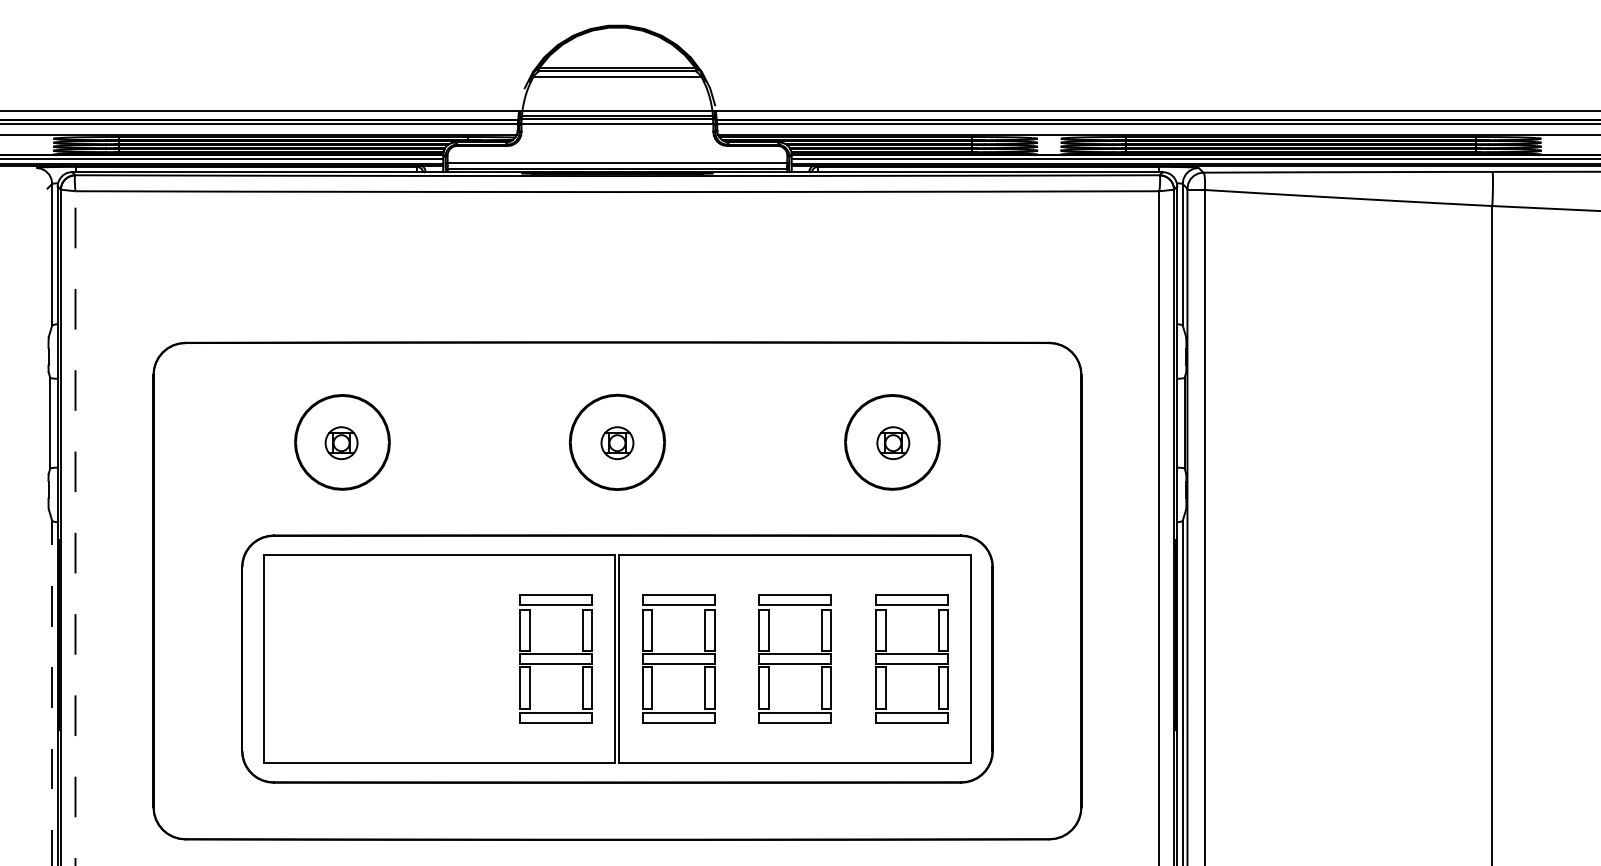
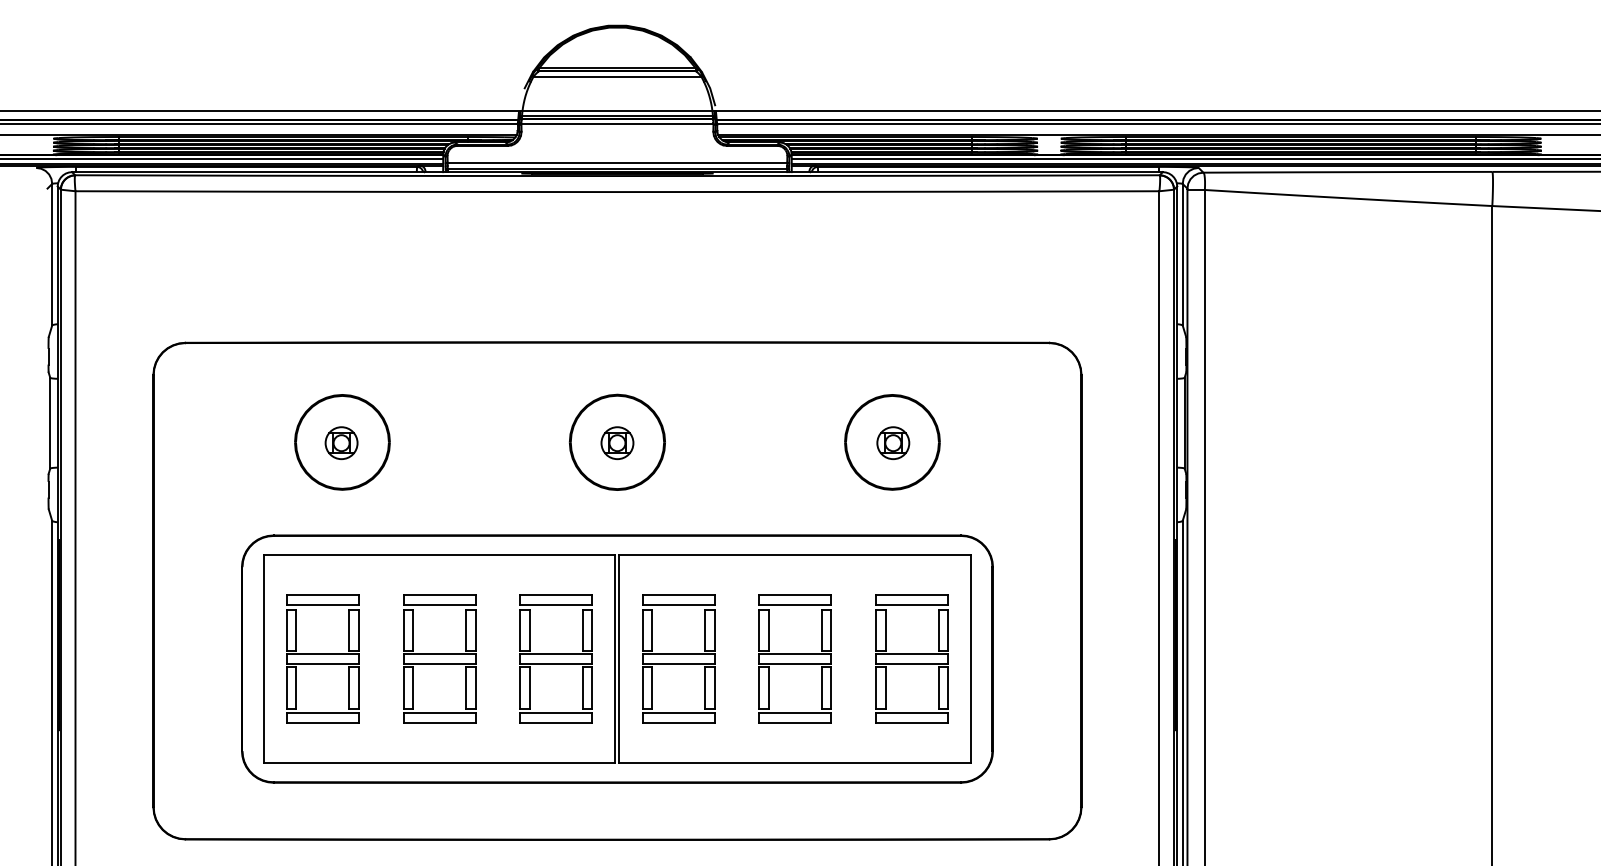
line at (75, 528): dashed -> solid
part at (322, 658): none -> present
part at (439, 658): none -> present
line at (52, 692): dashed -> solid
